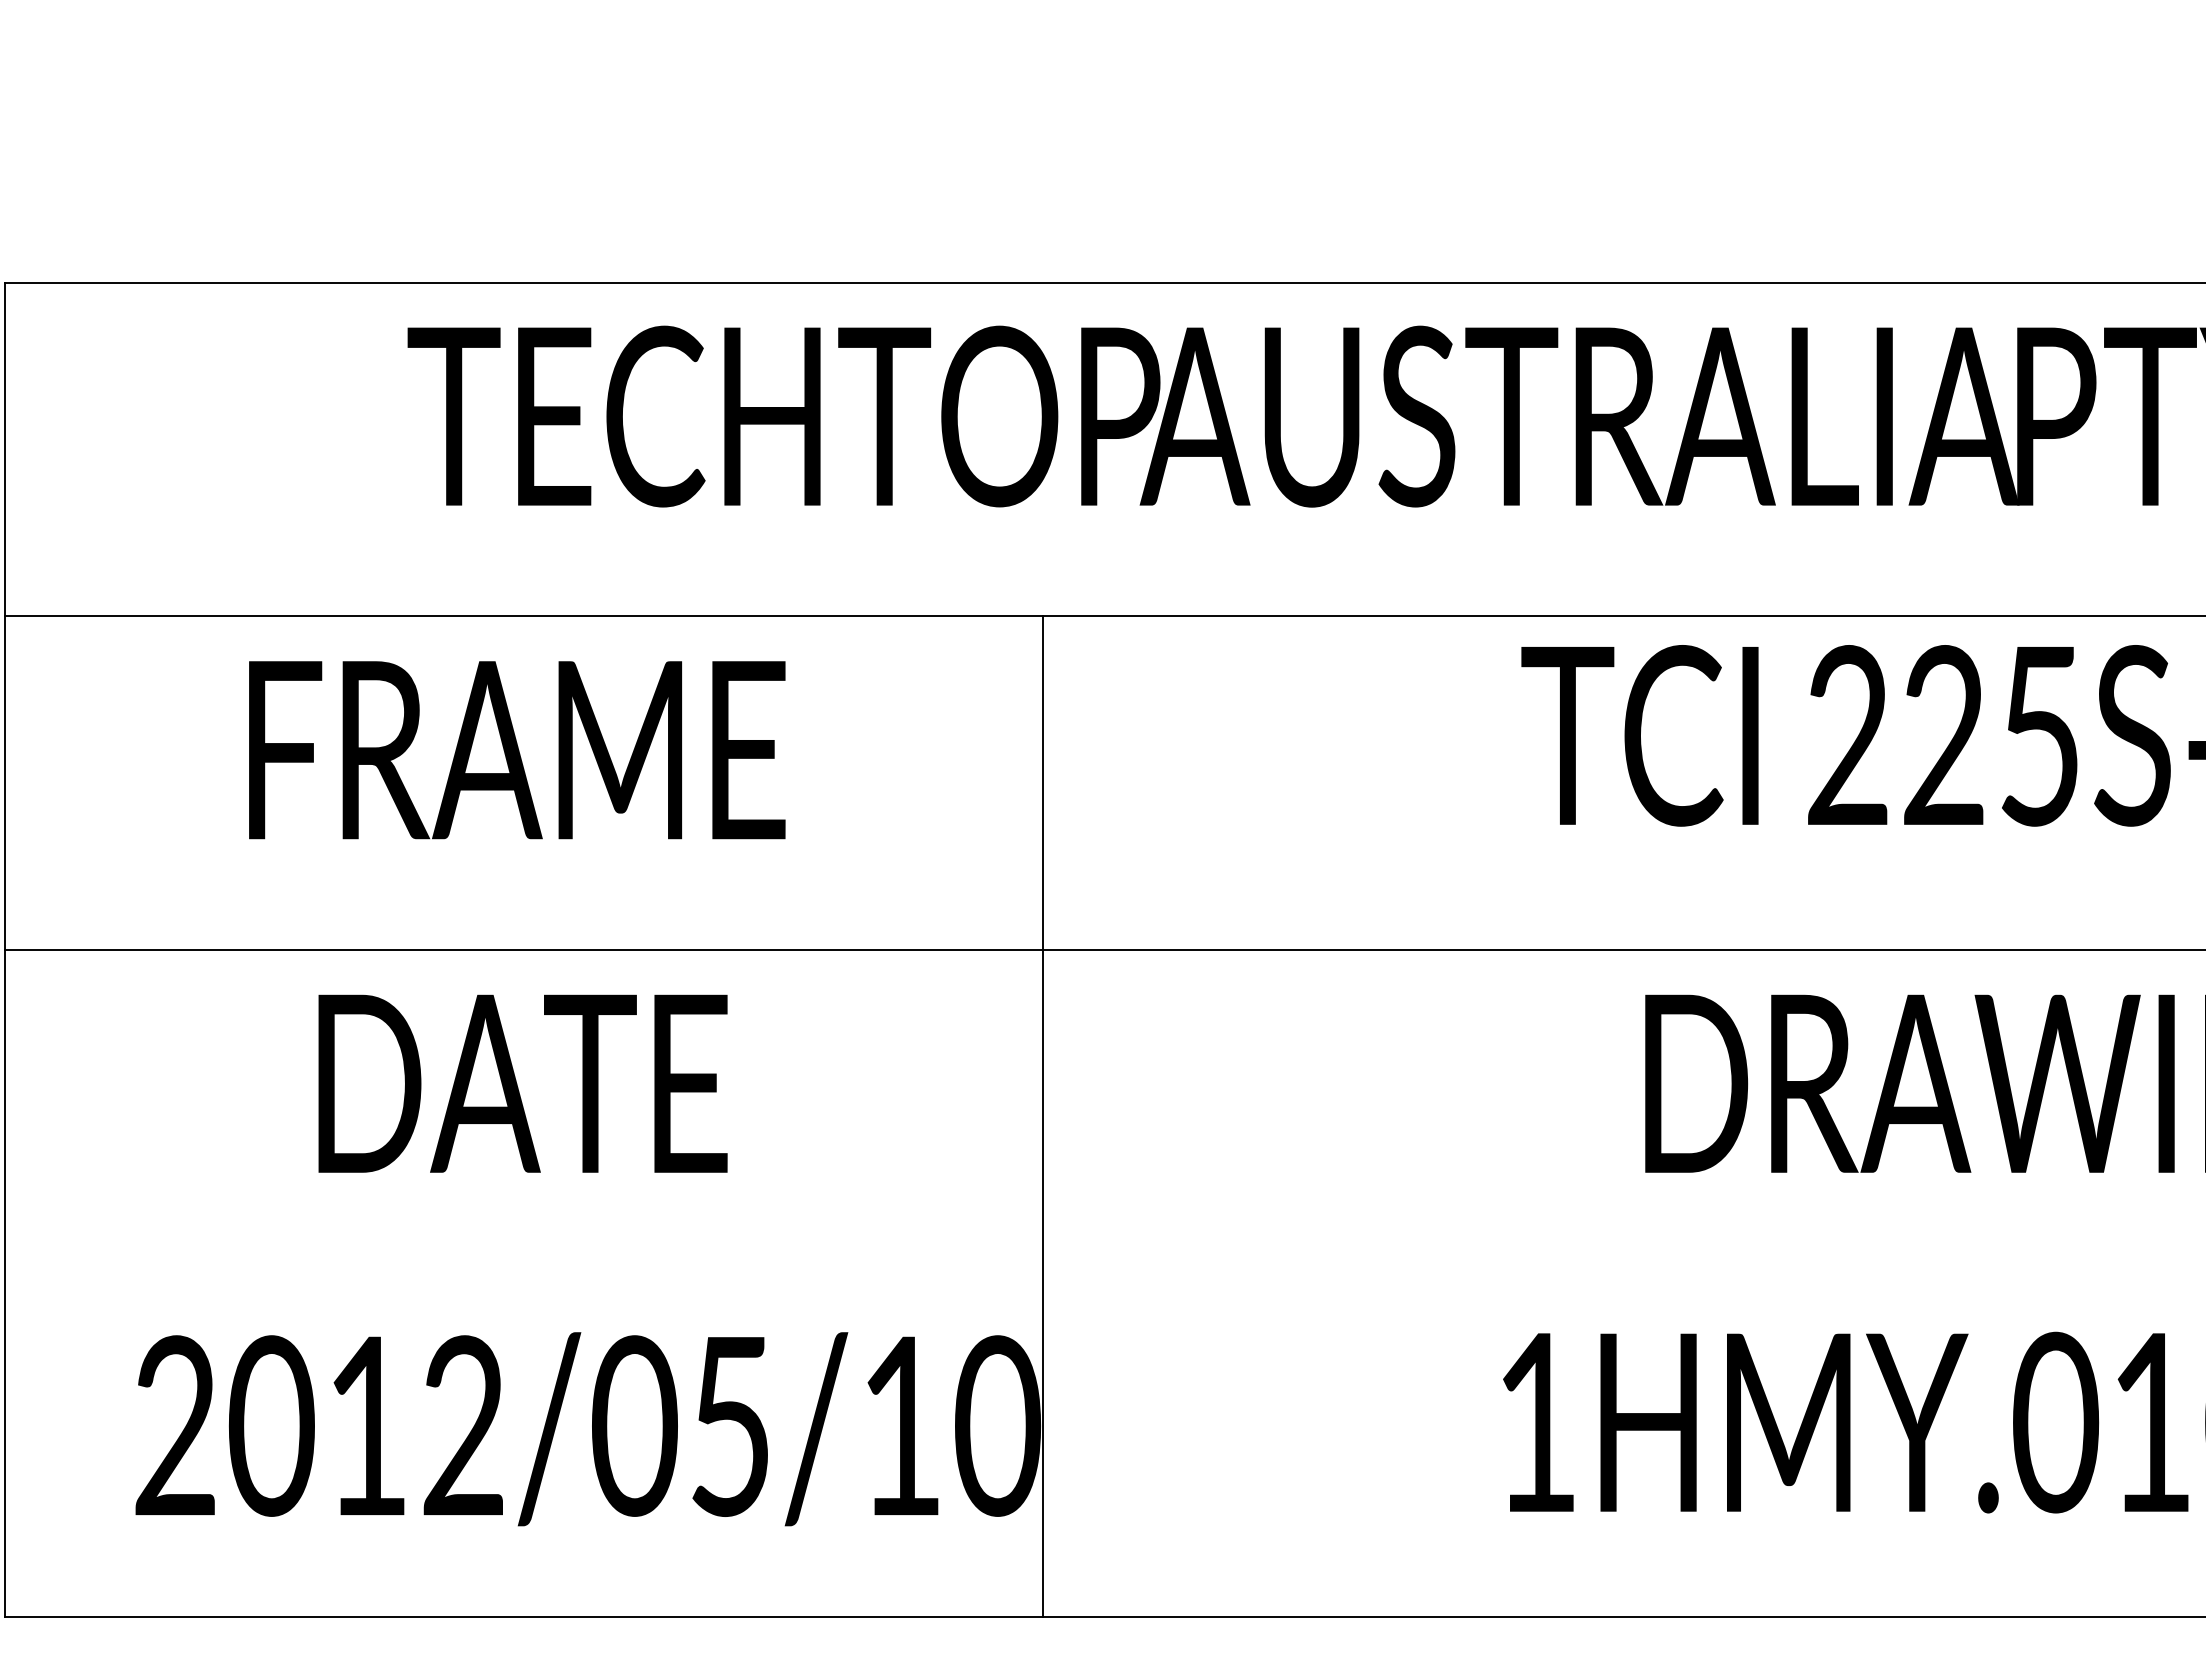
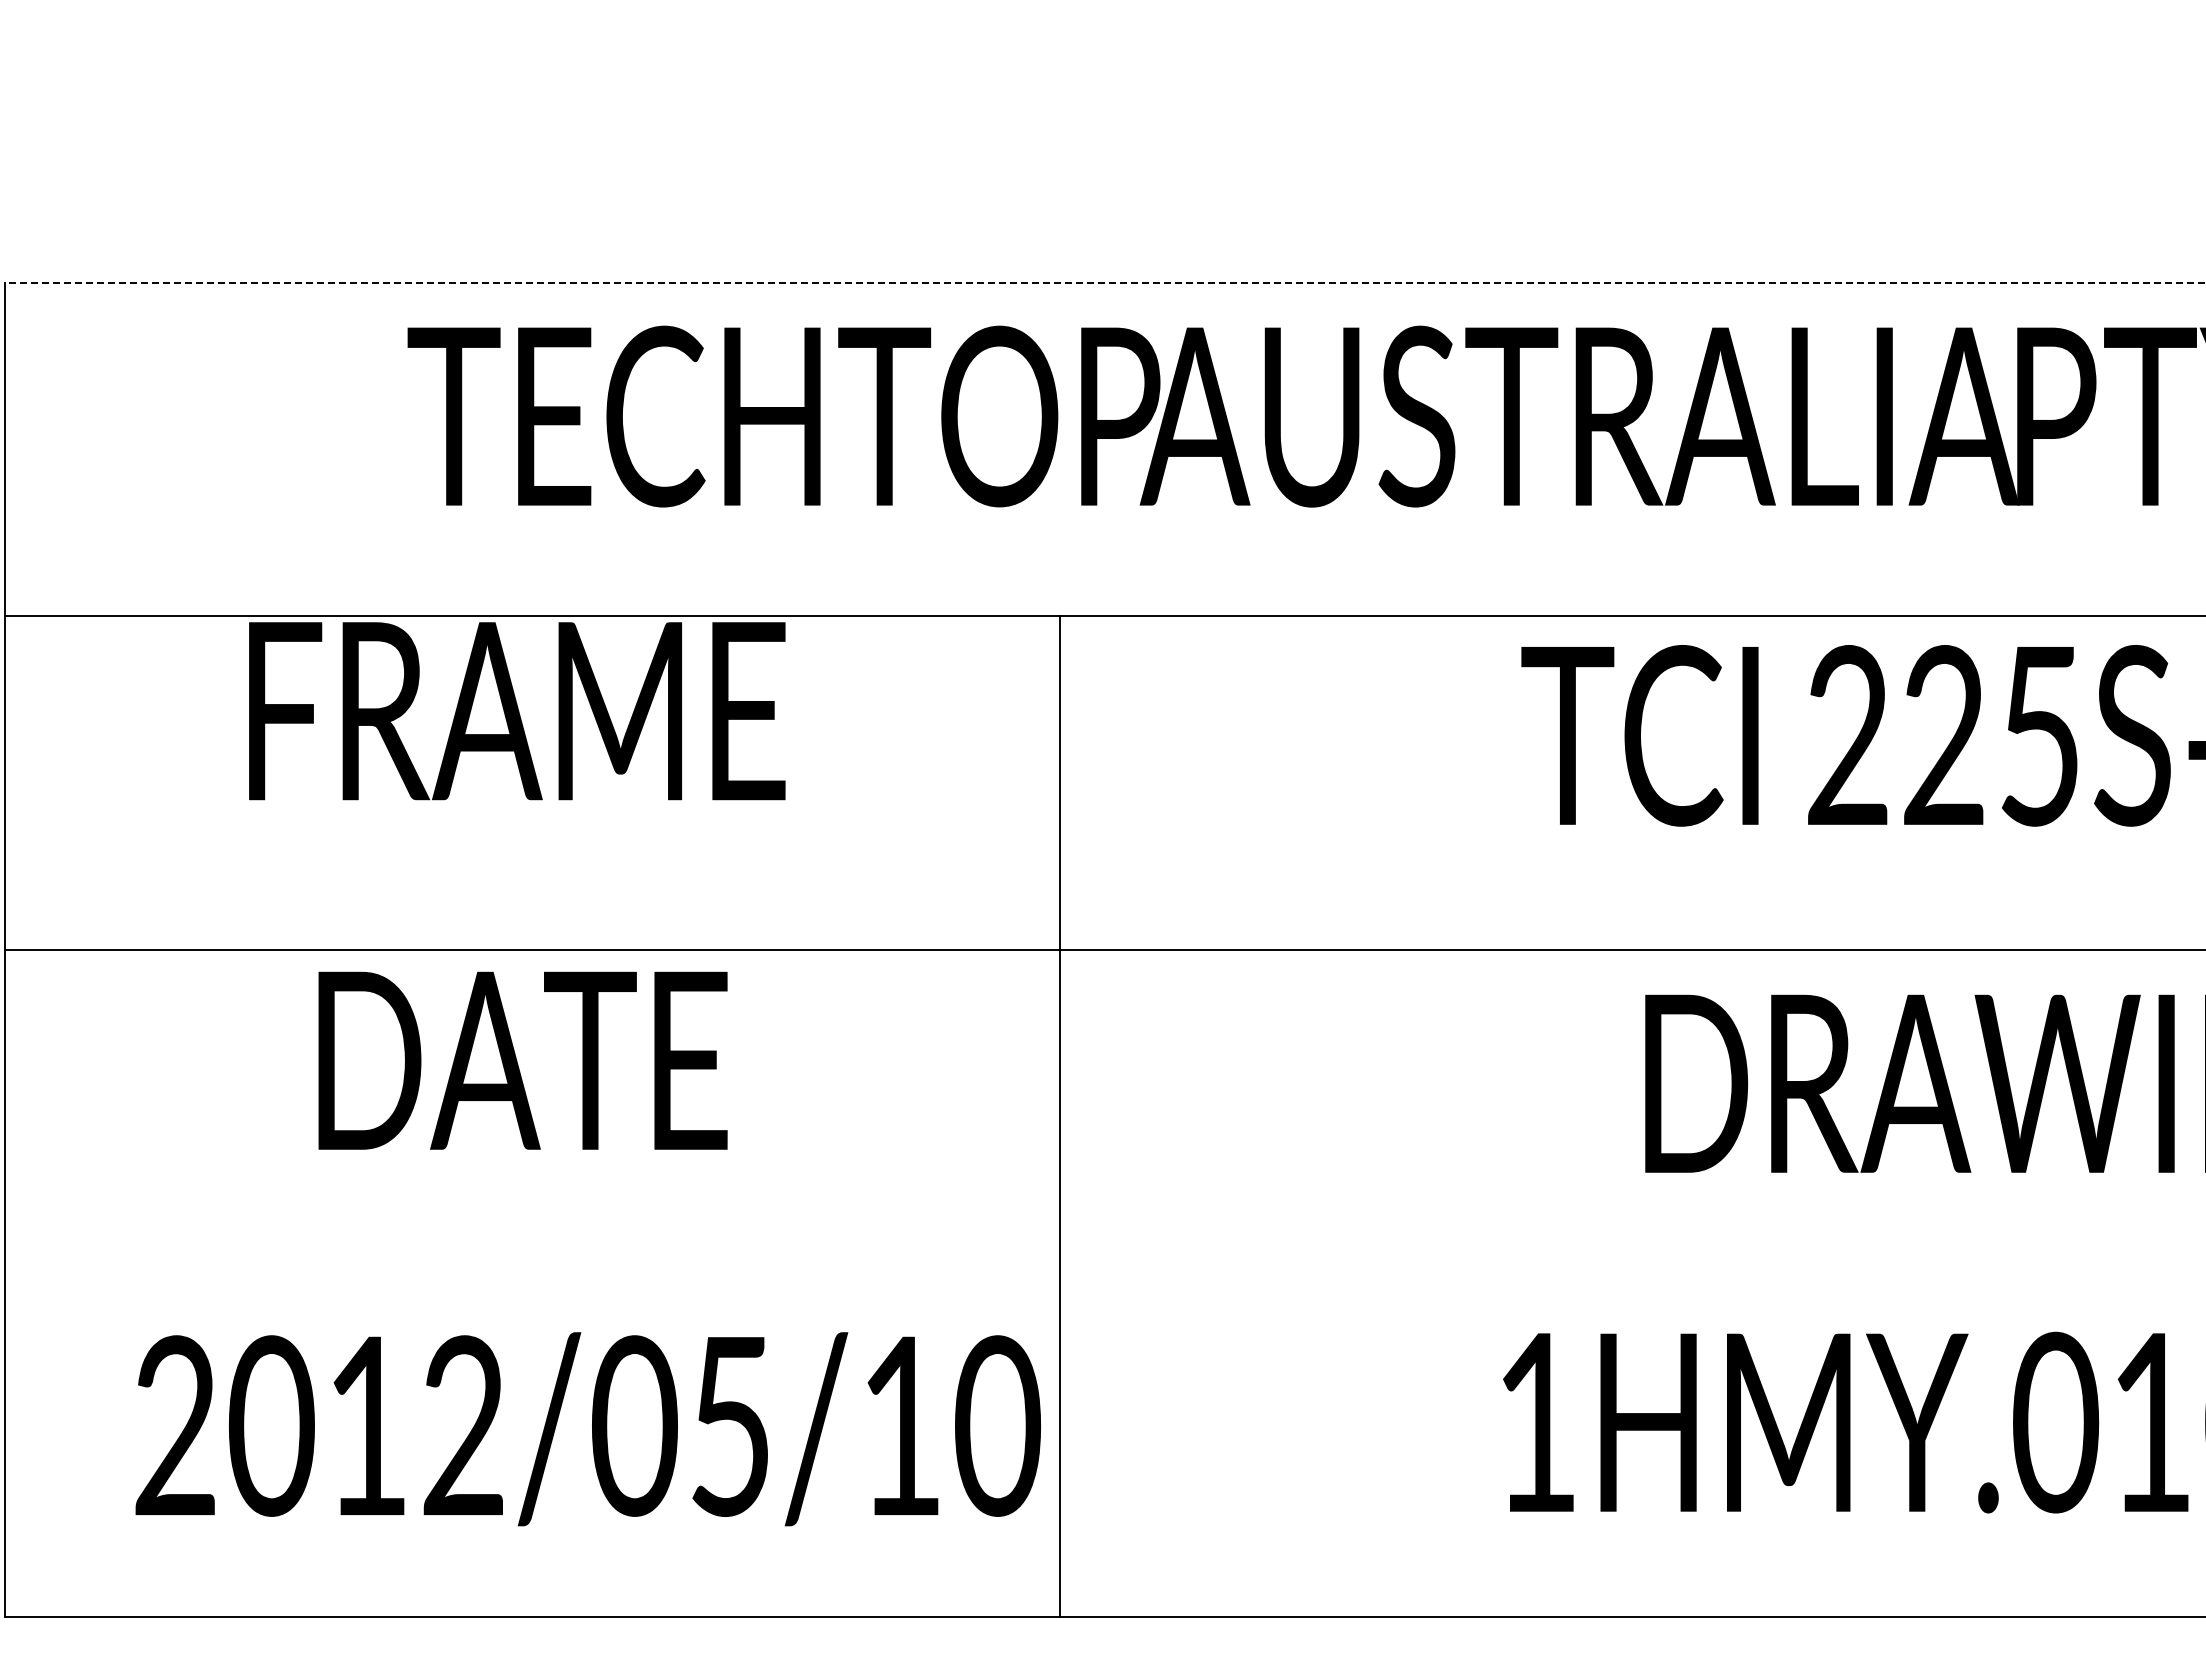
line at (1104, 282): solid -> dashed
text at (517, 750) position: (517, 750) -> (517, 711)
text at (522, 1083) position: (522, 1083) -> (522, 1060)
line at (1043, 1116) position: (1043, 1116) -> (1060, 1116)
